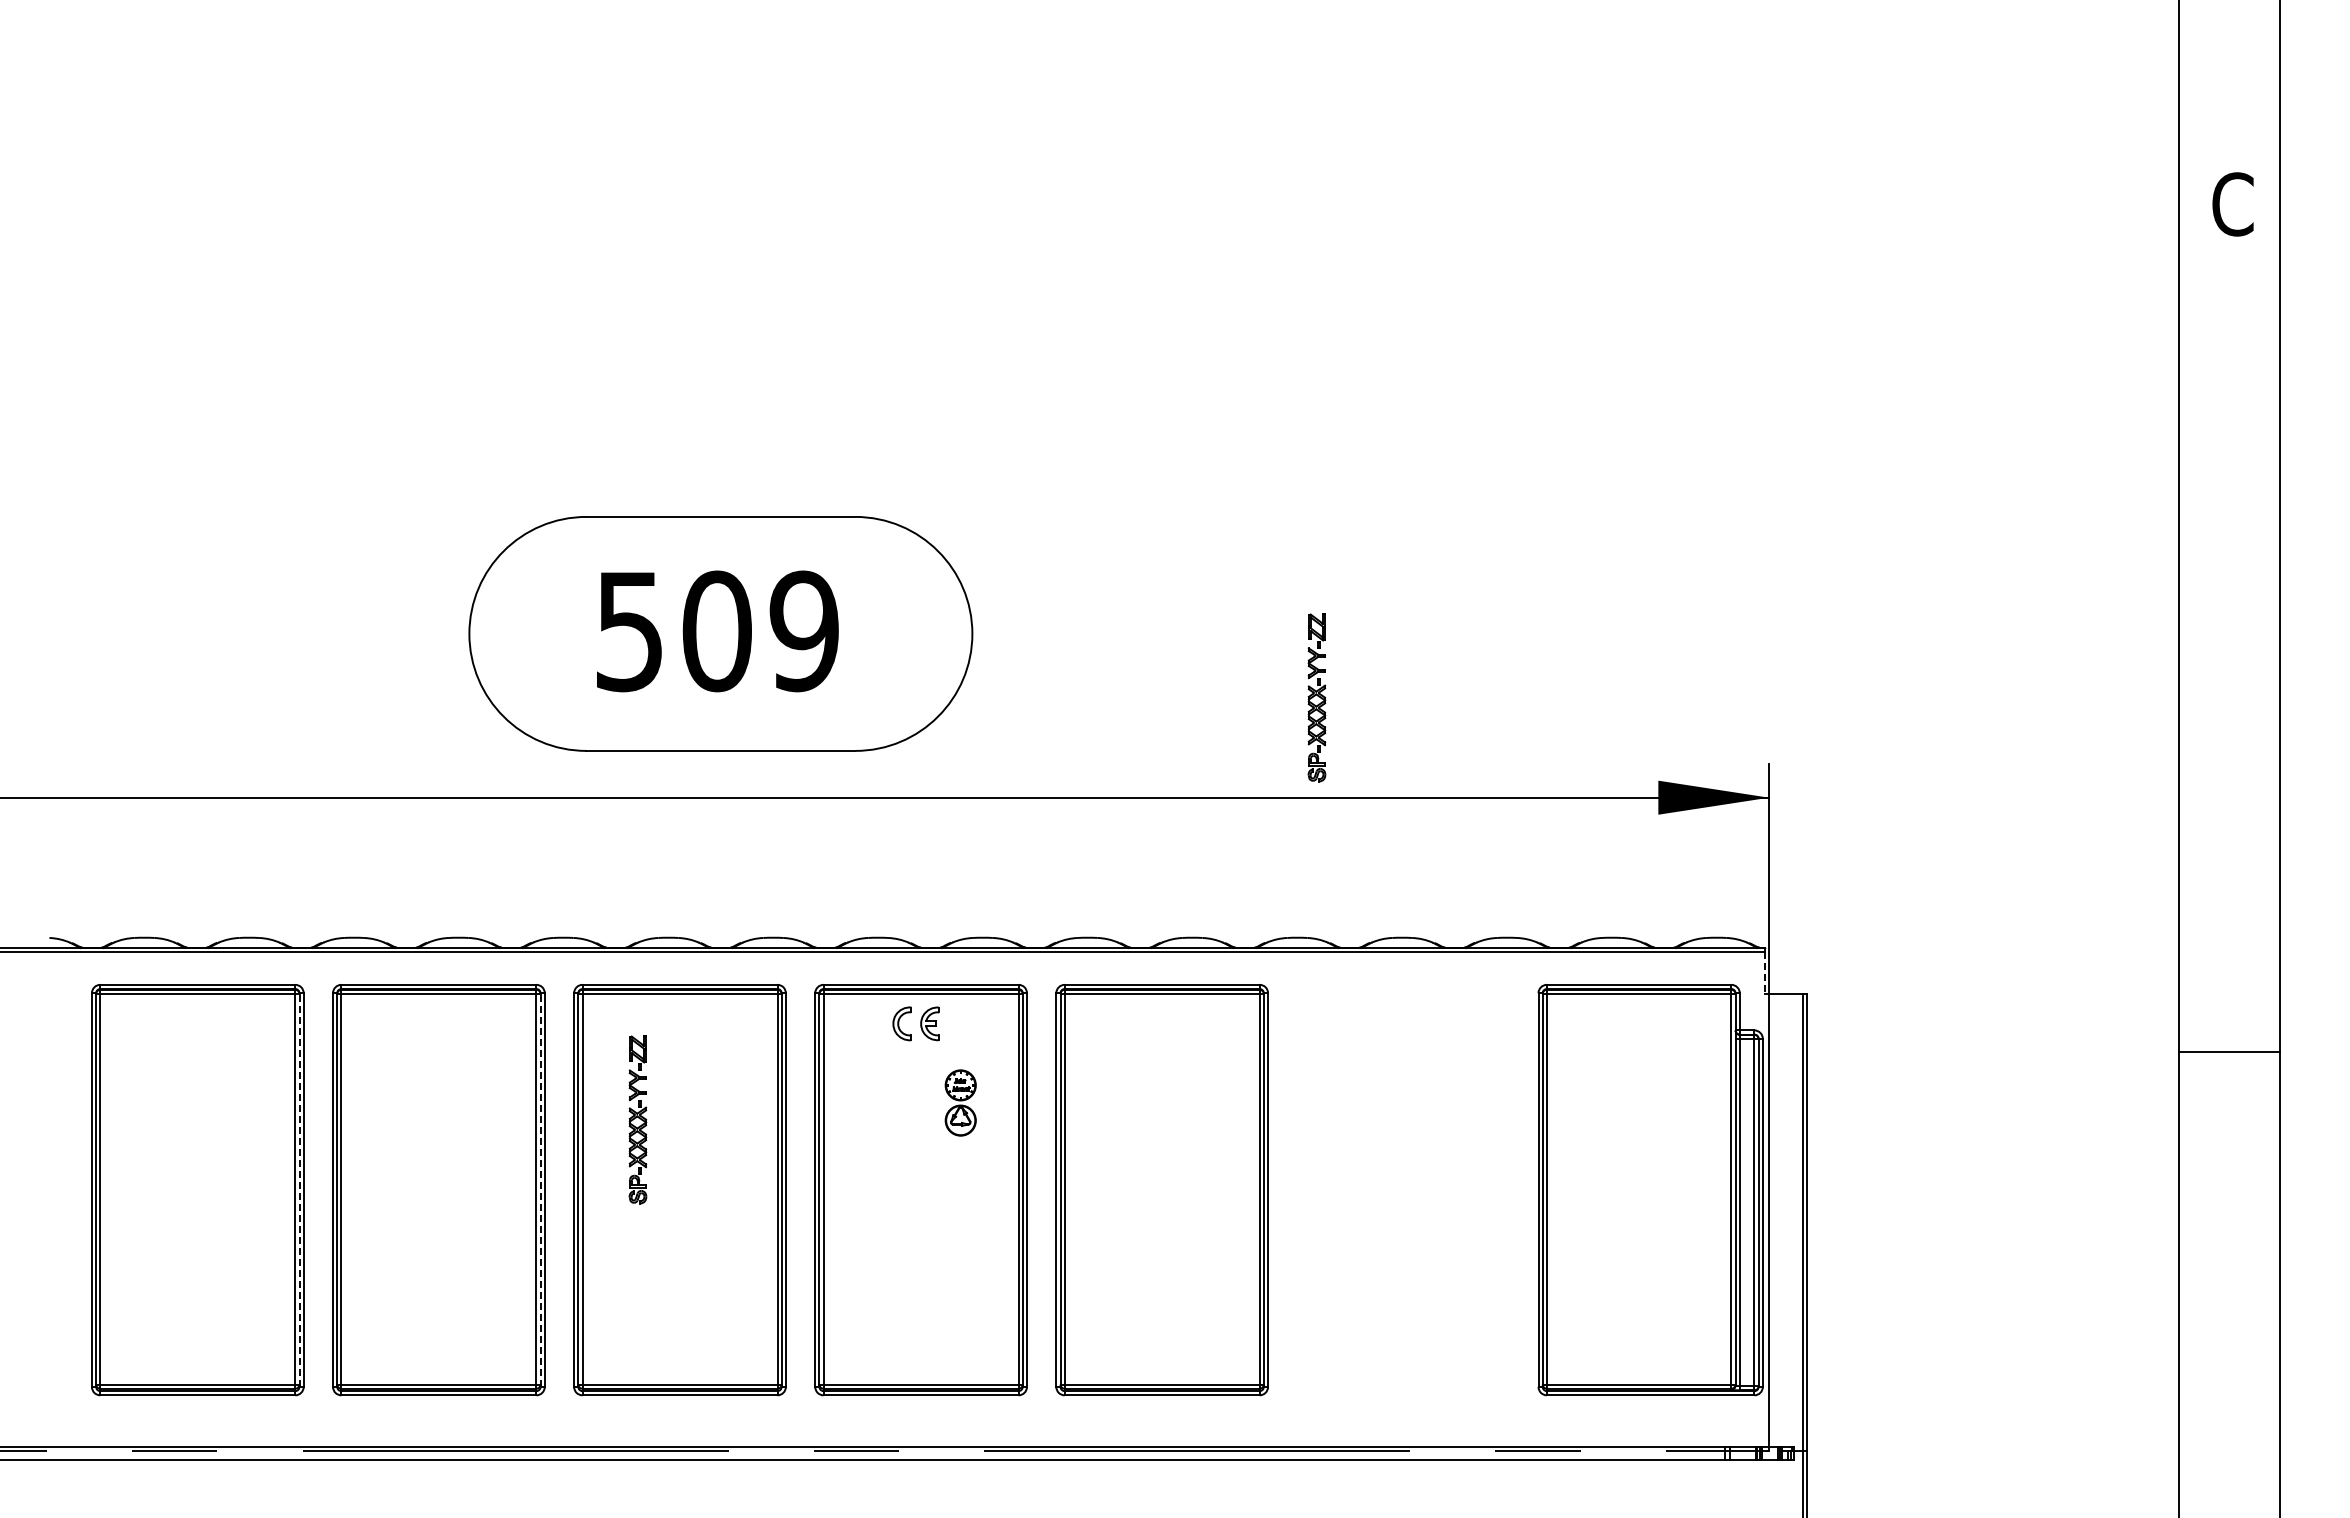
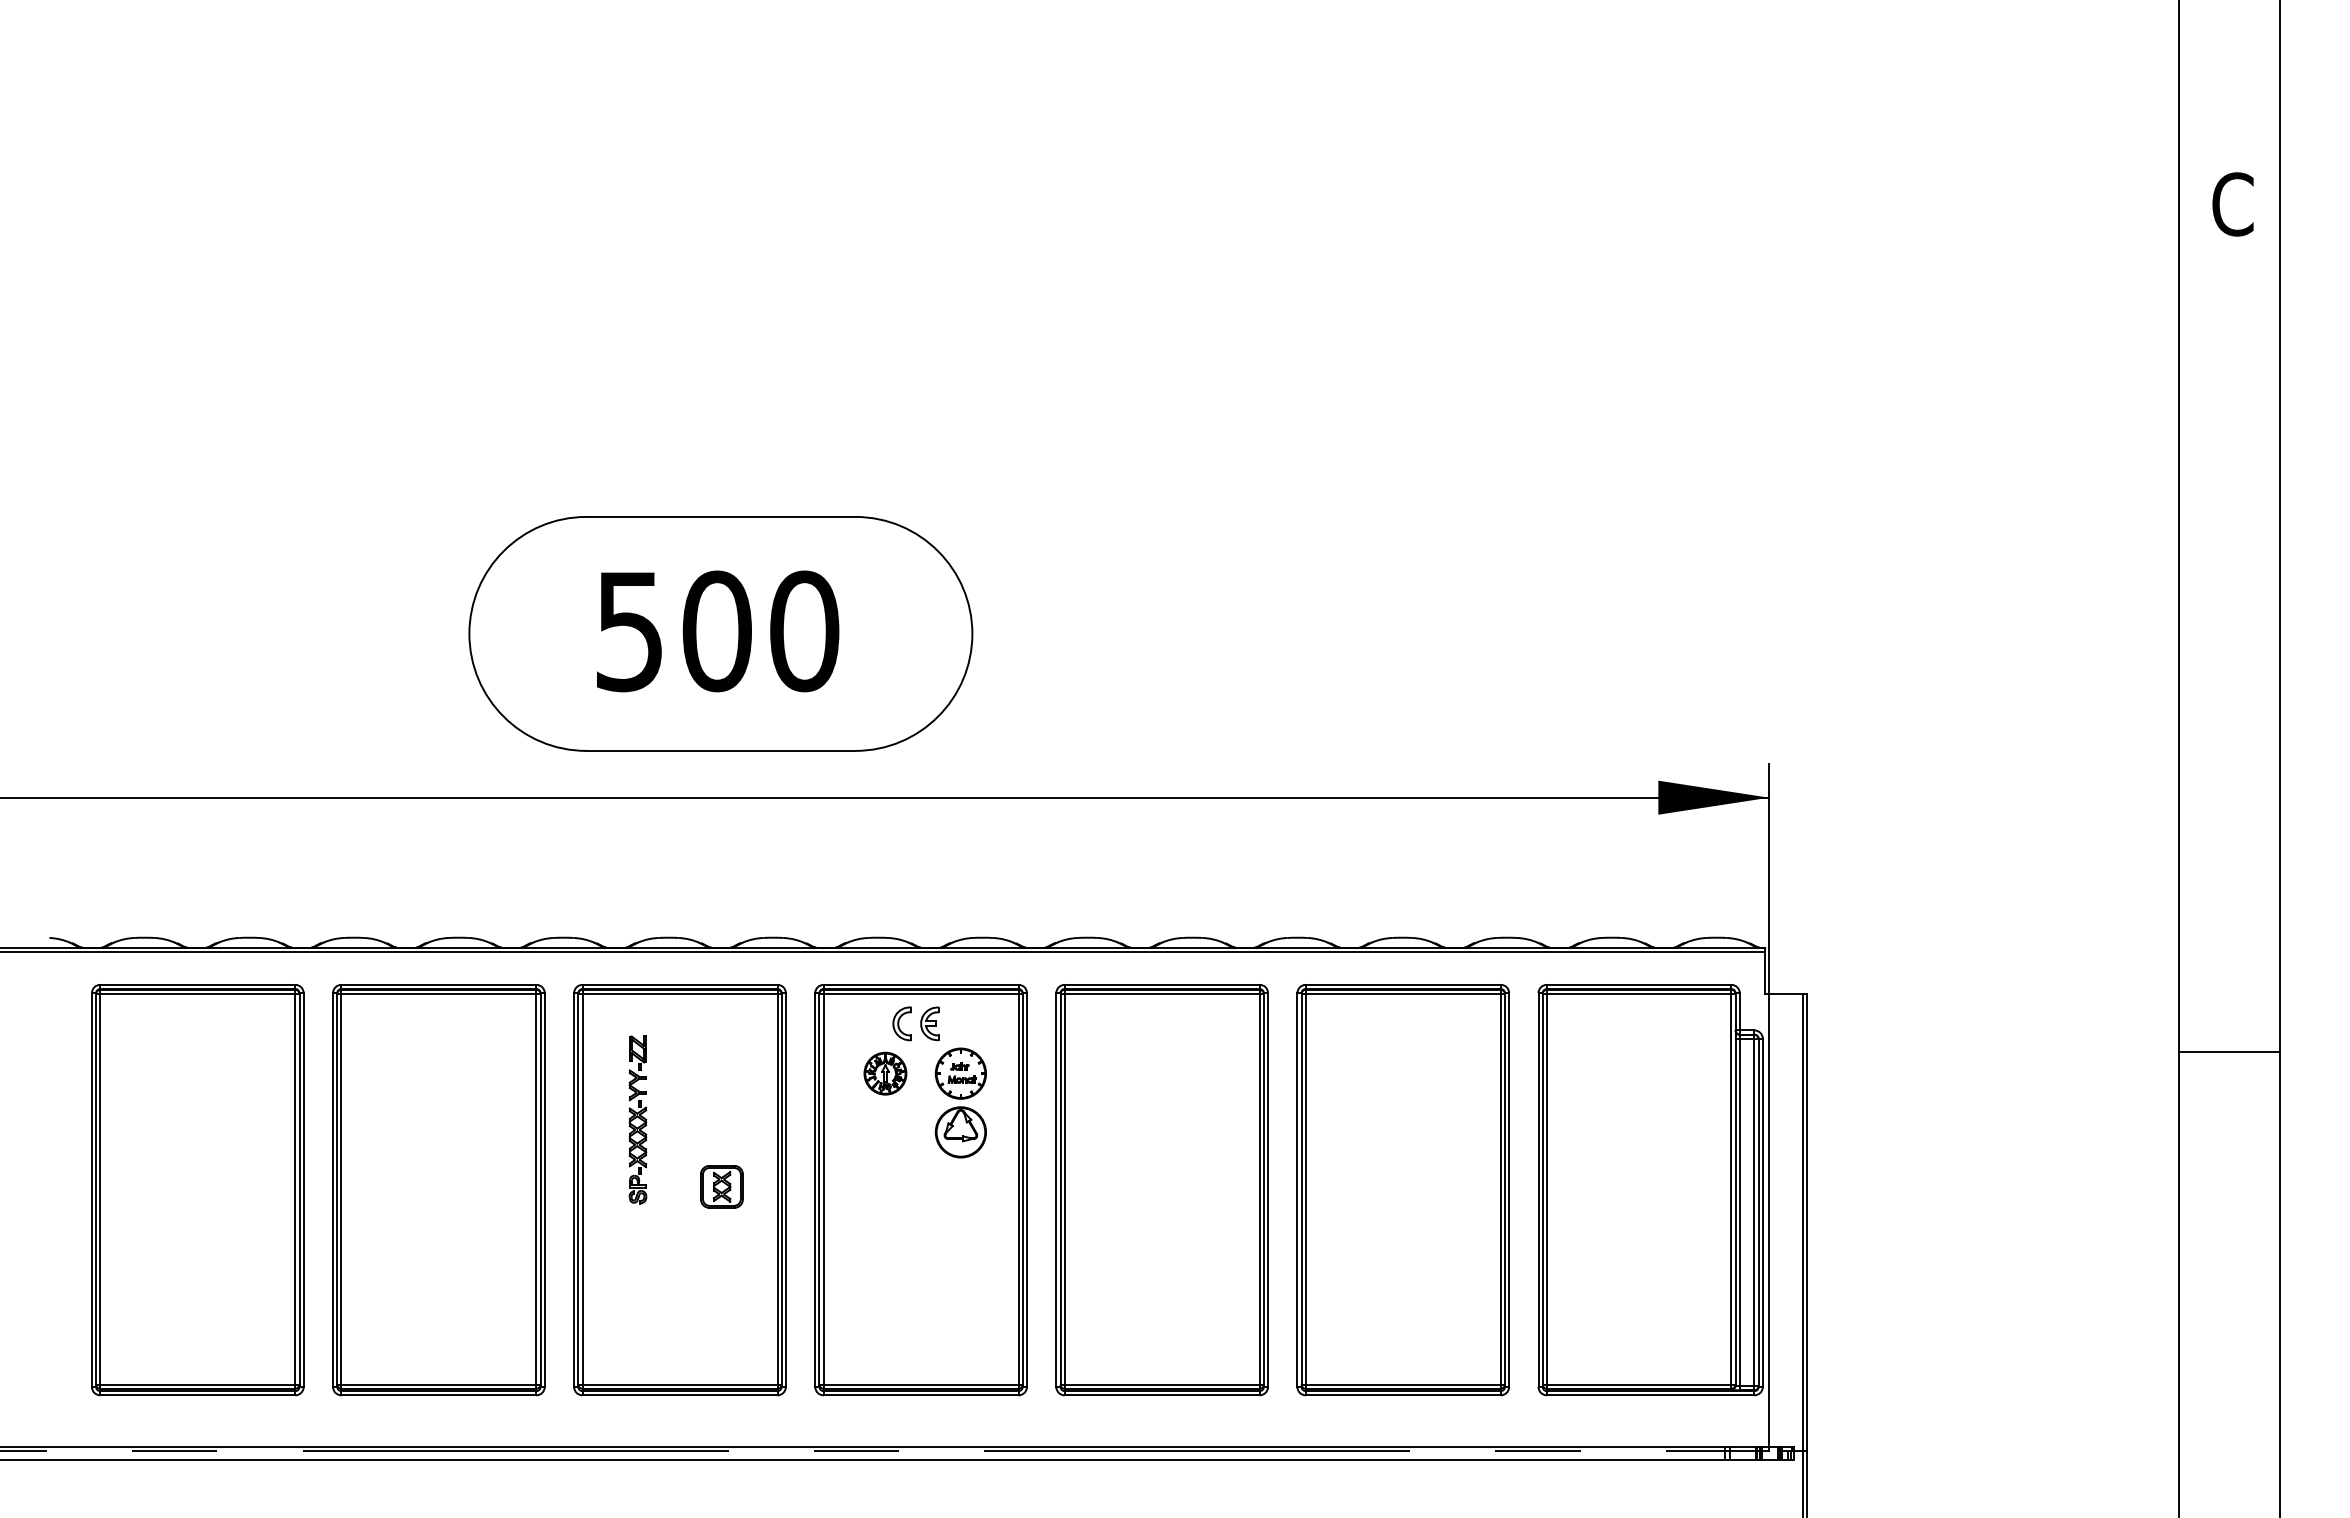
text at (804, 631): 509 -> 500
part at (1316, 697): present -> none
line at (1764, 972): dashed -> solid
part at (885, 1073): none -> present
part at (960, 1102) size: 33x68 px -> 53x112 px
part at (721, 1186): none -> present
line at (299, 1190): dashed -> solid
line at (540, 1190): dashed -> solid
part at (1402, 1190): none -> present
